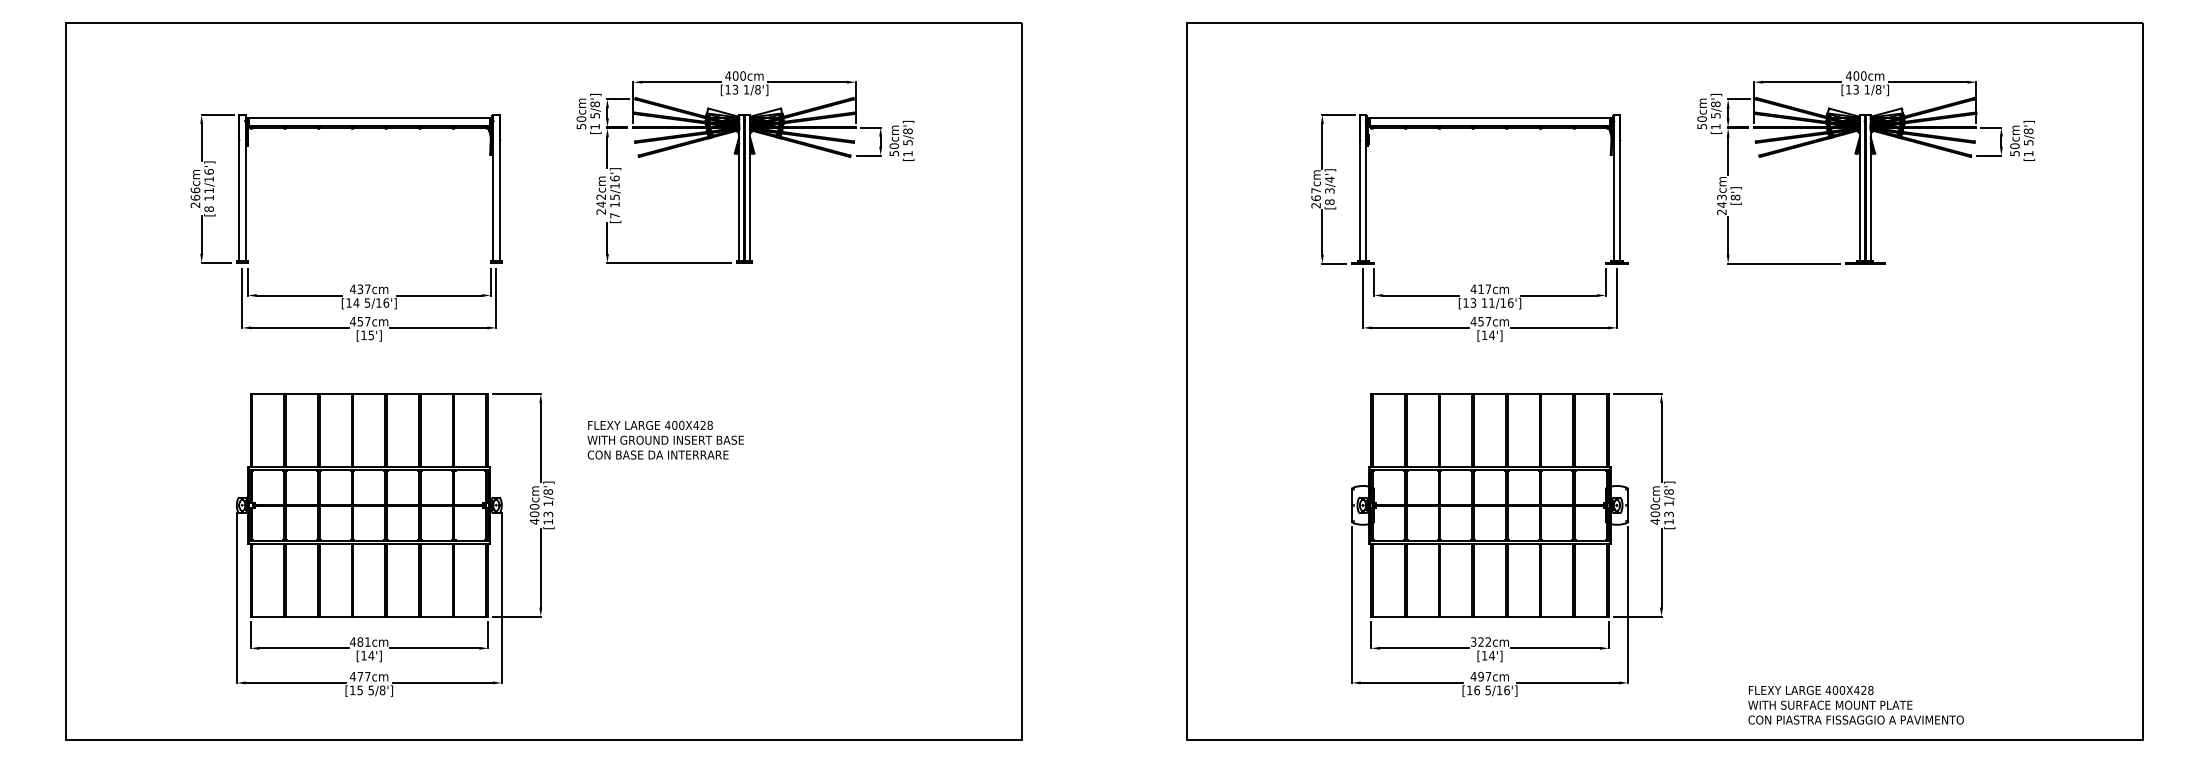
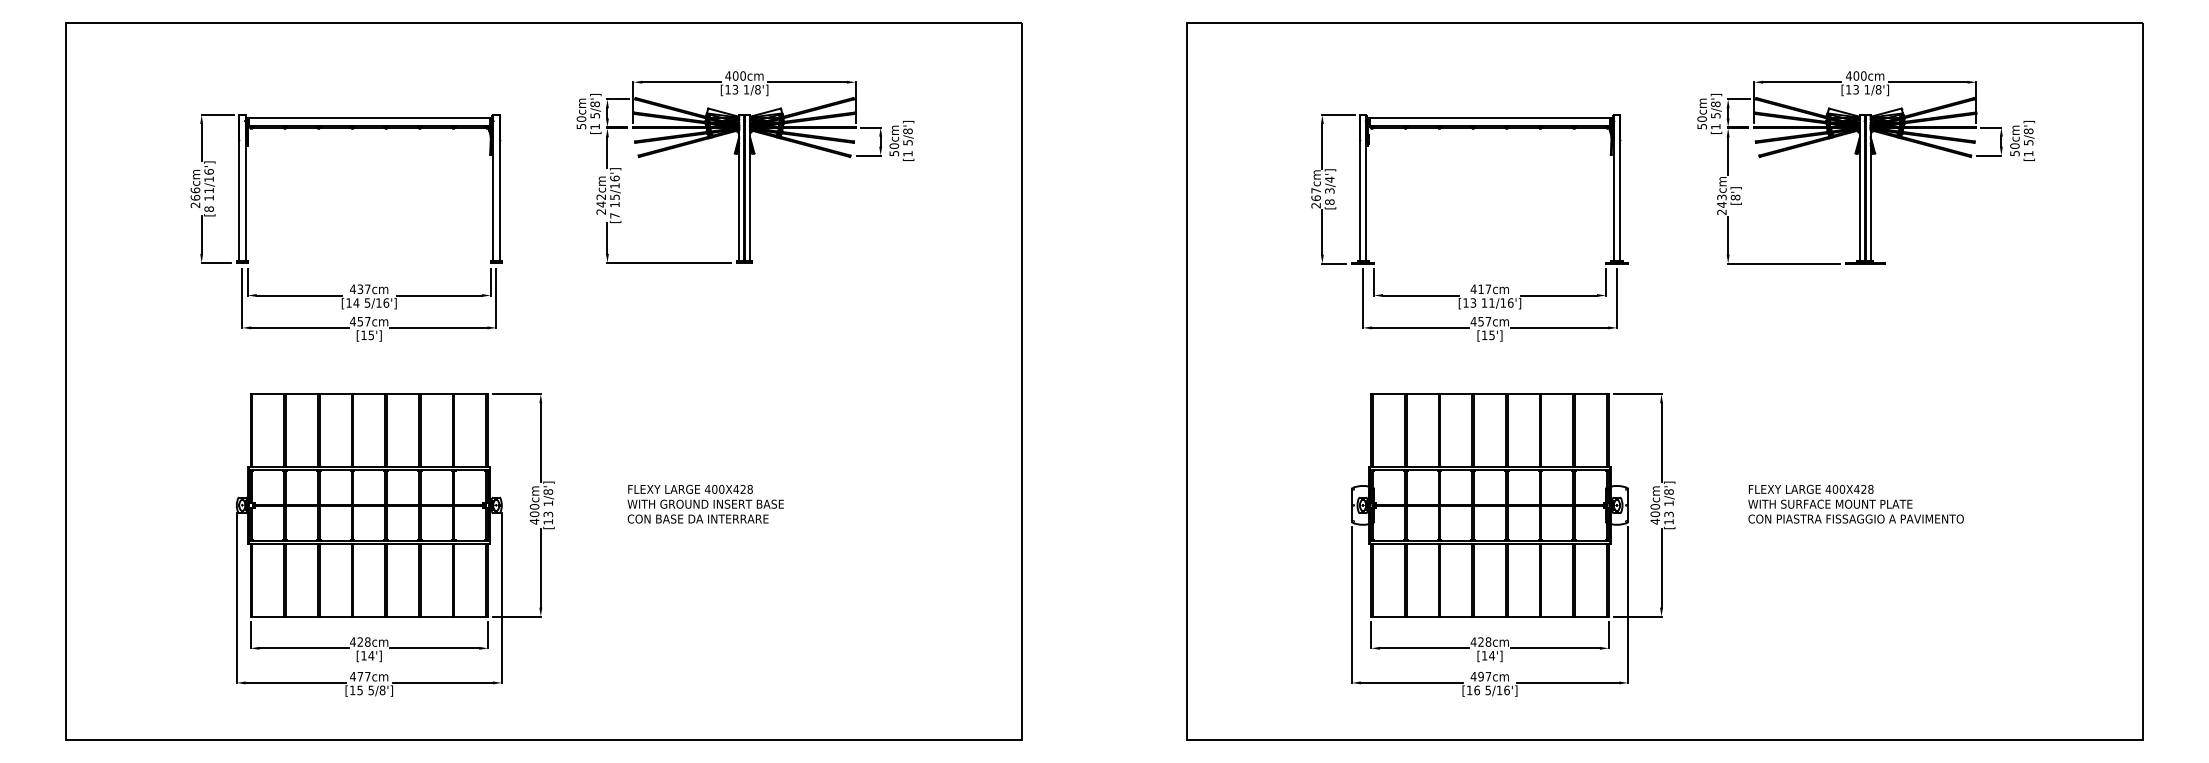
text at (1492, 335): [14'] -> [15']
text at (665, 439) position: (665, 439) -> (705, 503)
text at (363, 641): 481cm -> 428cm
text at (1480, 641): 322cm -> 428cm
text at (1855, 704) position: (1855, 704) -> (1855, 503)
